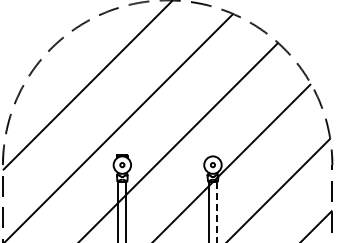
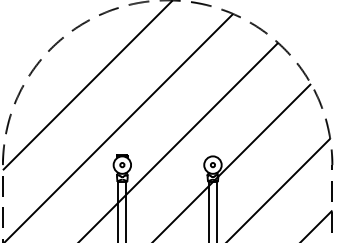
line at (216, 212): dashed -> solid
